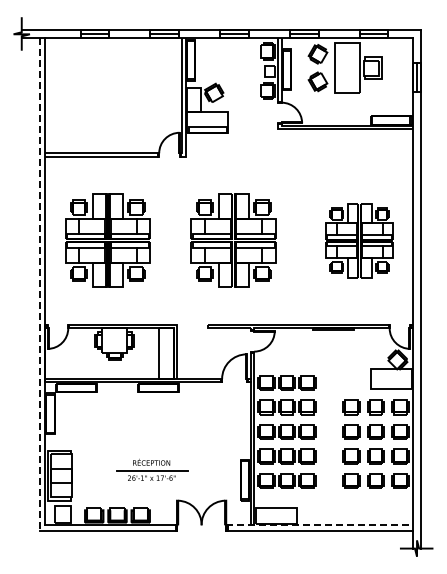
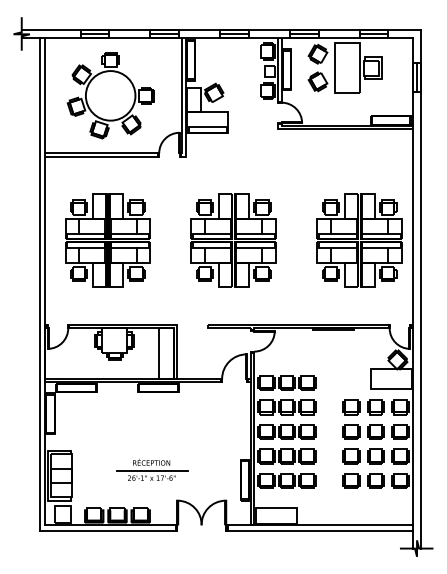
part at (110, 95): none -> present
part at (359, 240) size: 69x76 px -> 87x95 px
line at (39, 285): dashed -> solid
line at (320, 525): dashed -> solid
